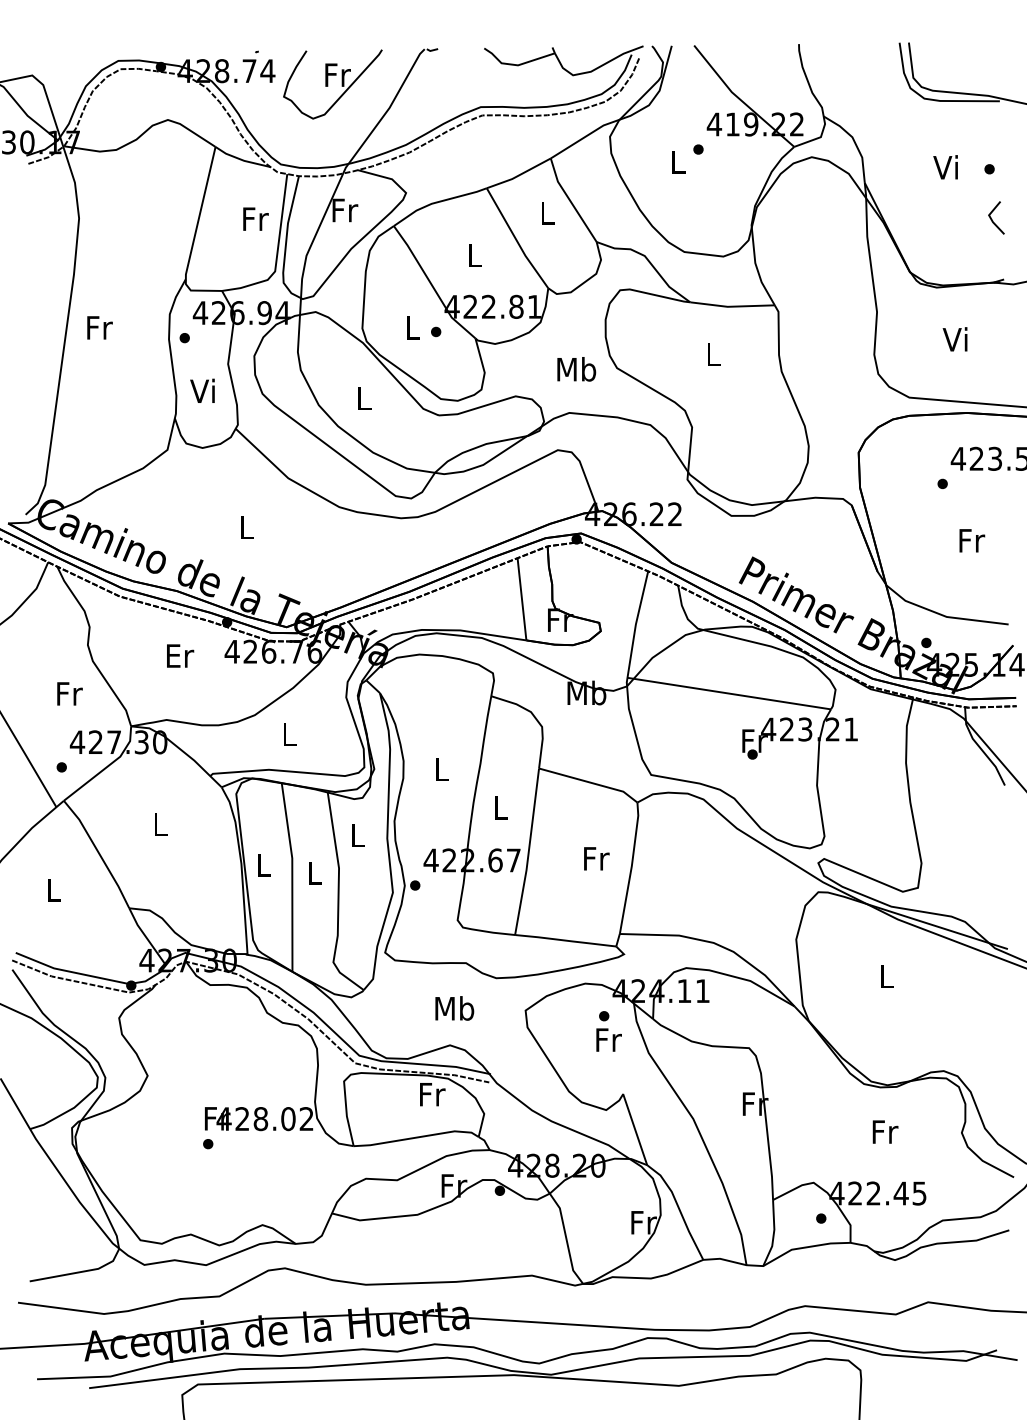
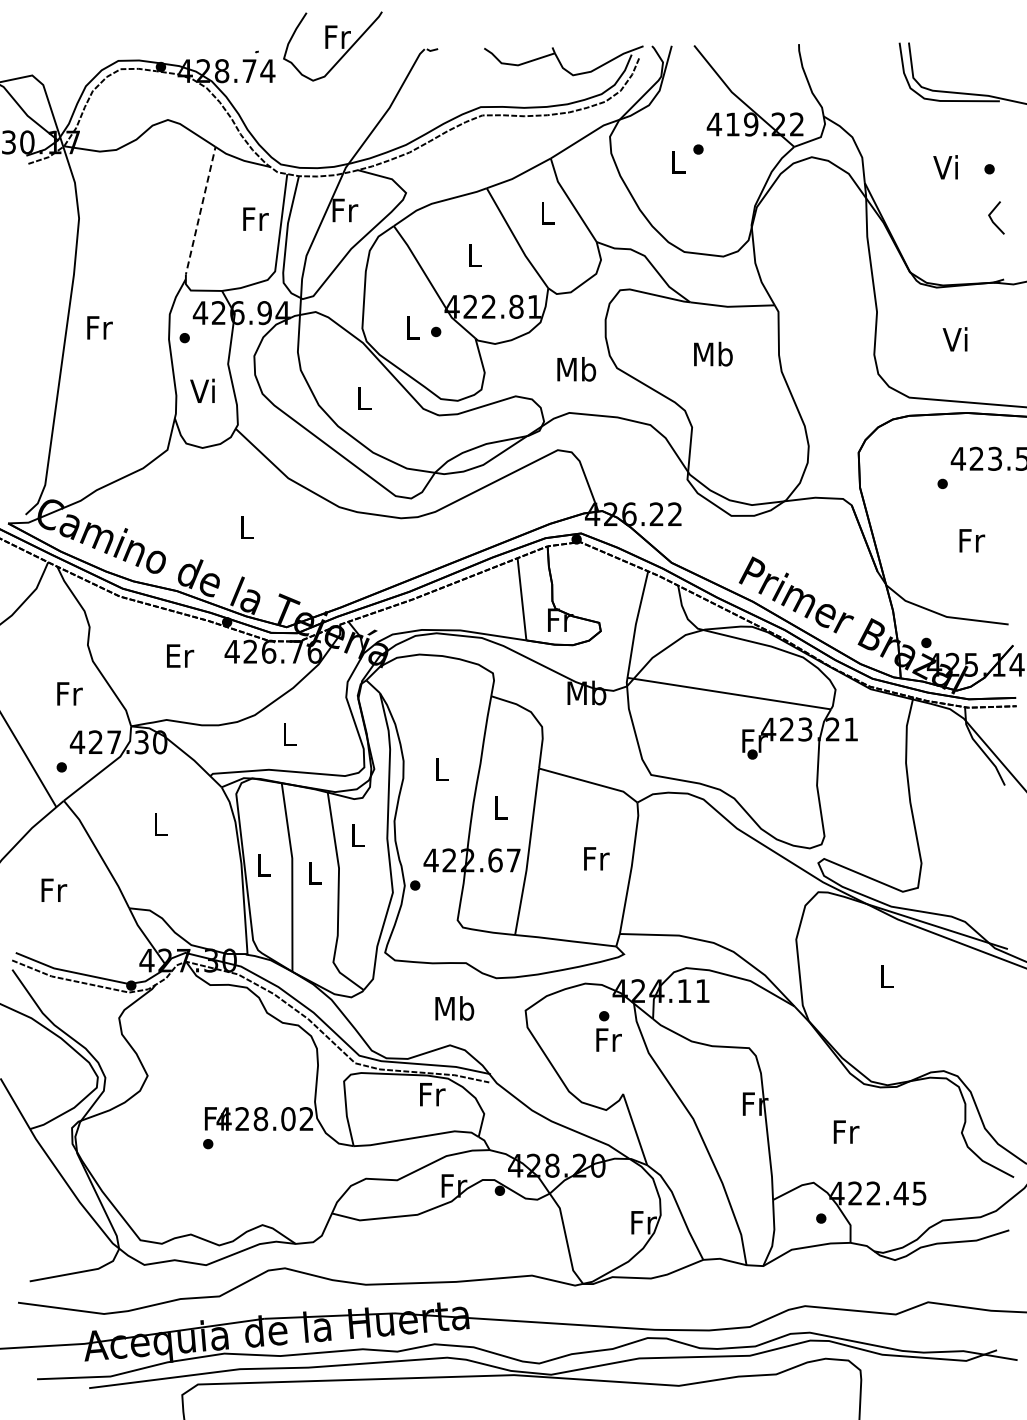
part at (332, 84) position: (332, 84) -> (332, 46)
line at (200, 213): solid -> dashed
text at (713, 353): L -> Mb
text at (54, 889): L -> Fr
text at (885, 1131) position: (885, 1131) -> (846, 1131)
